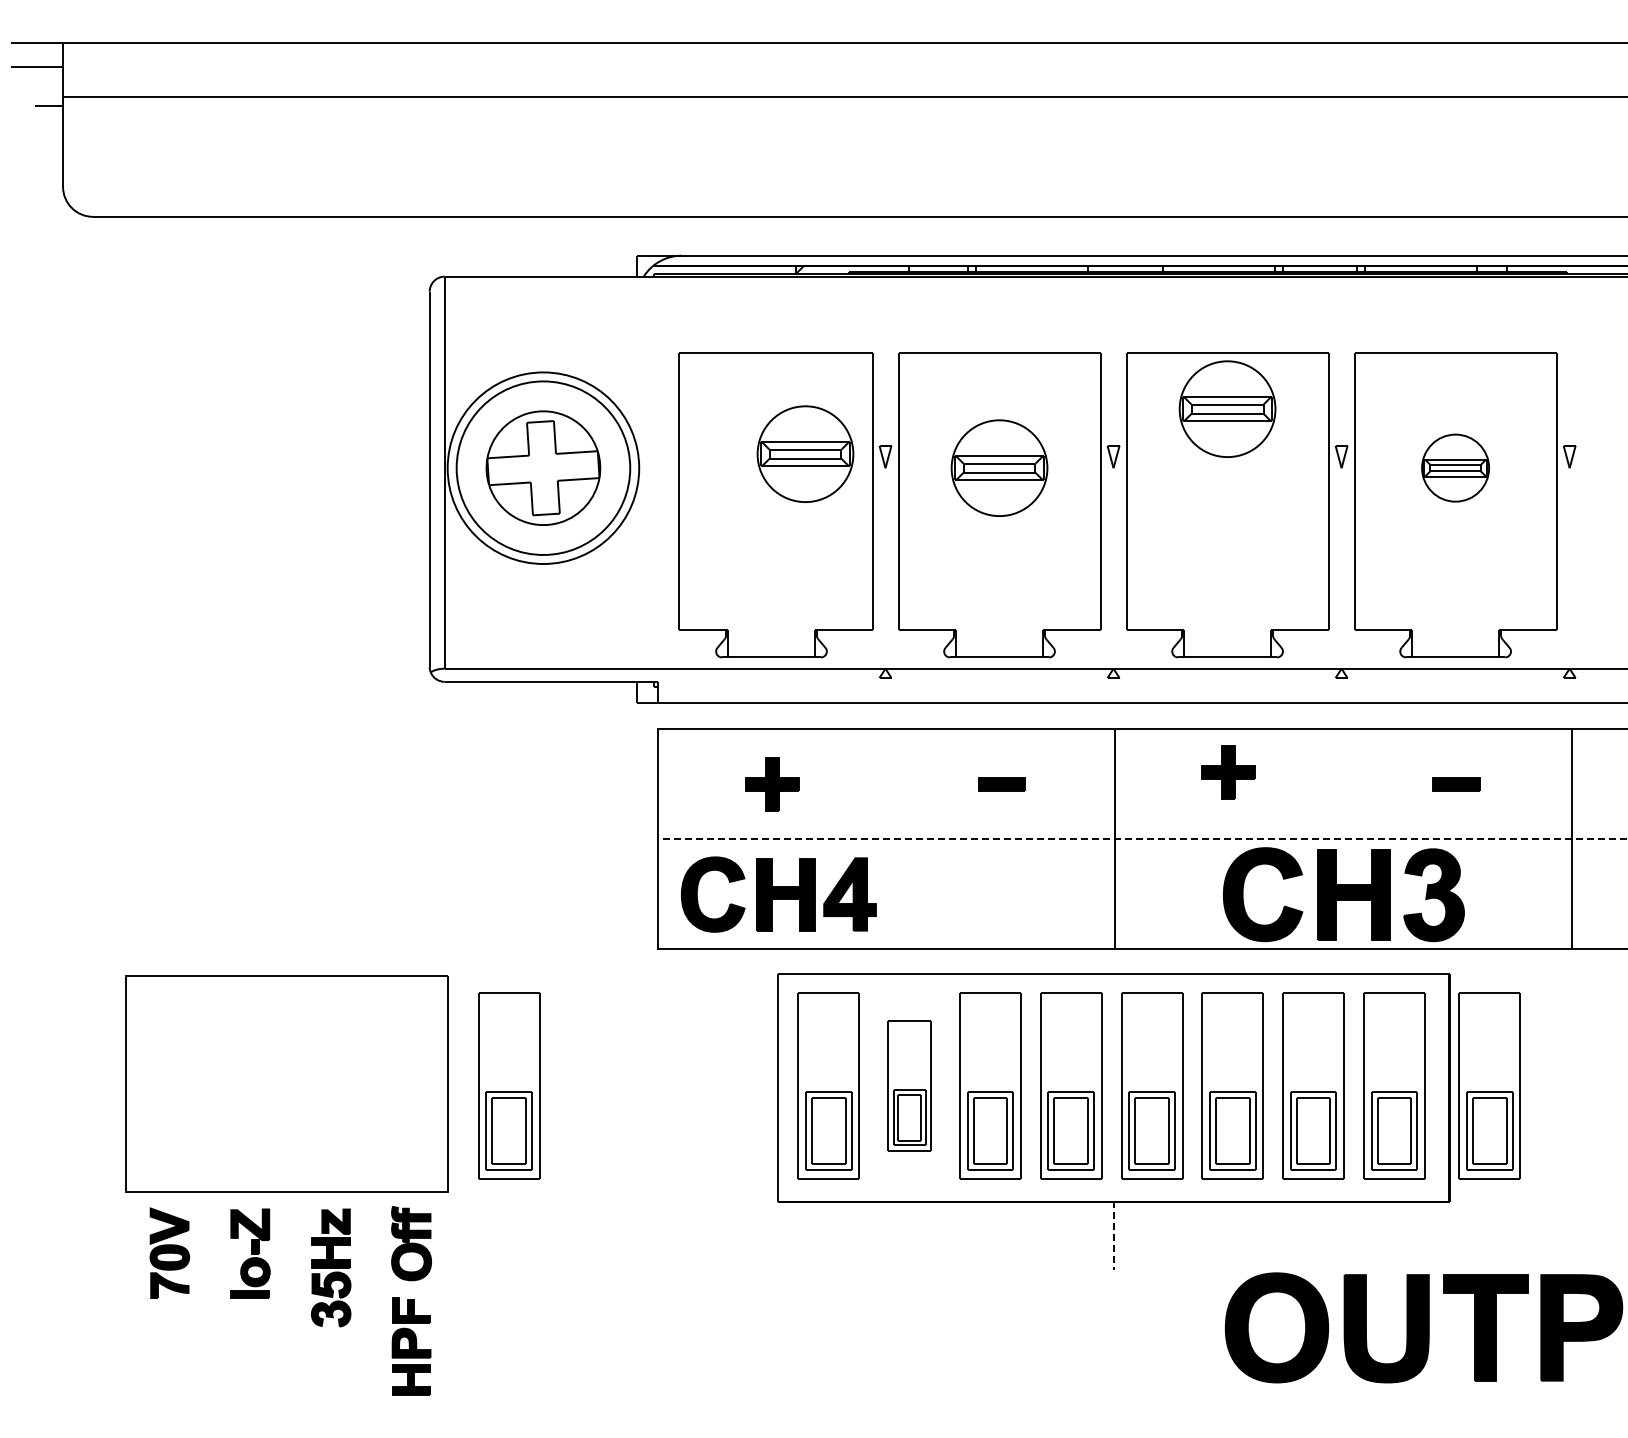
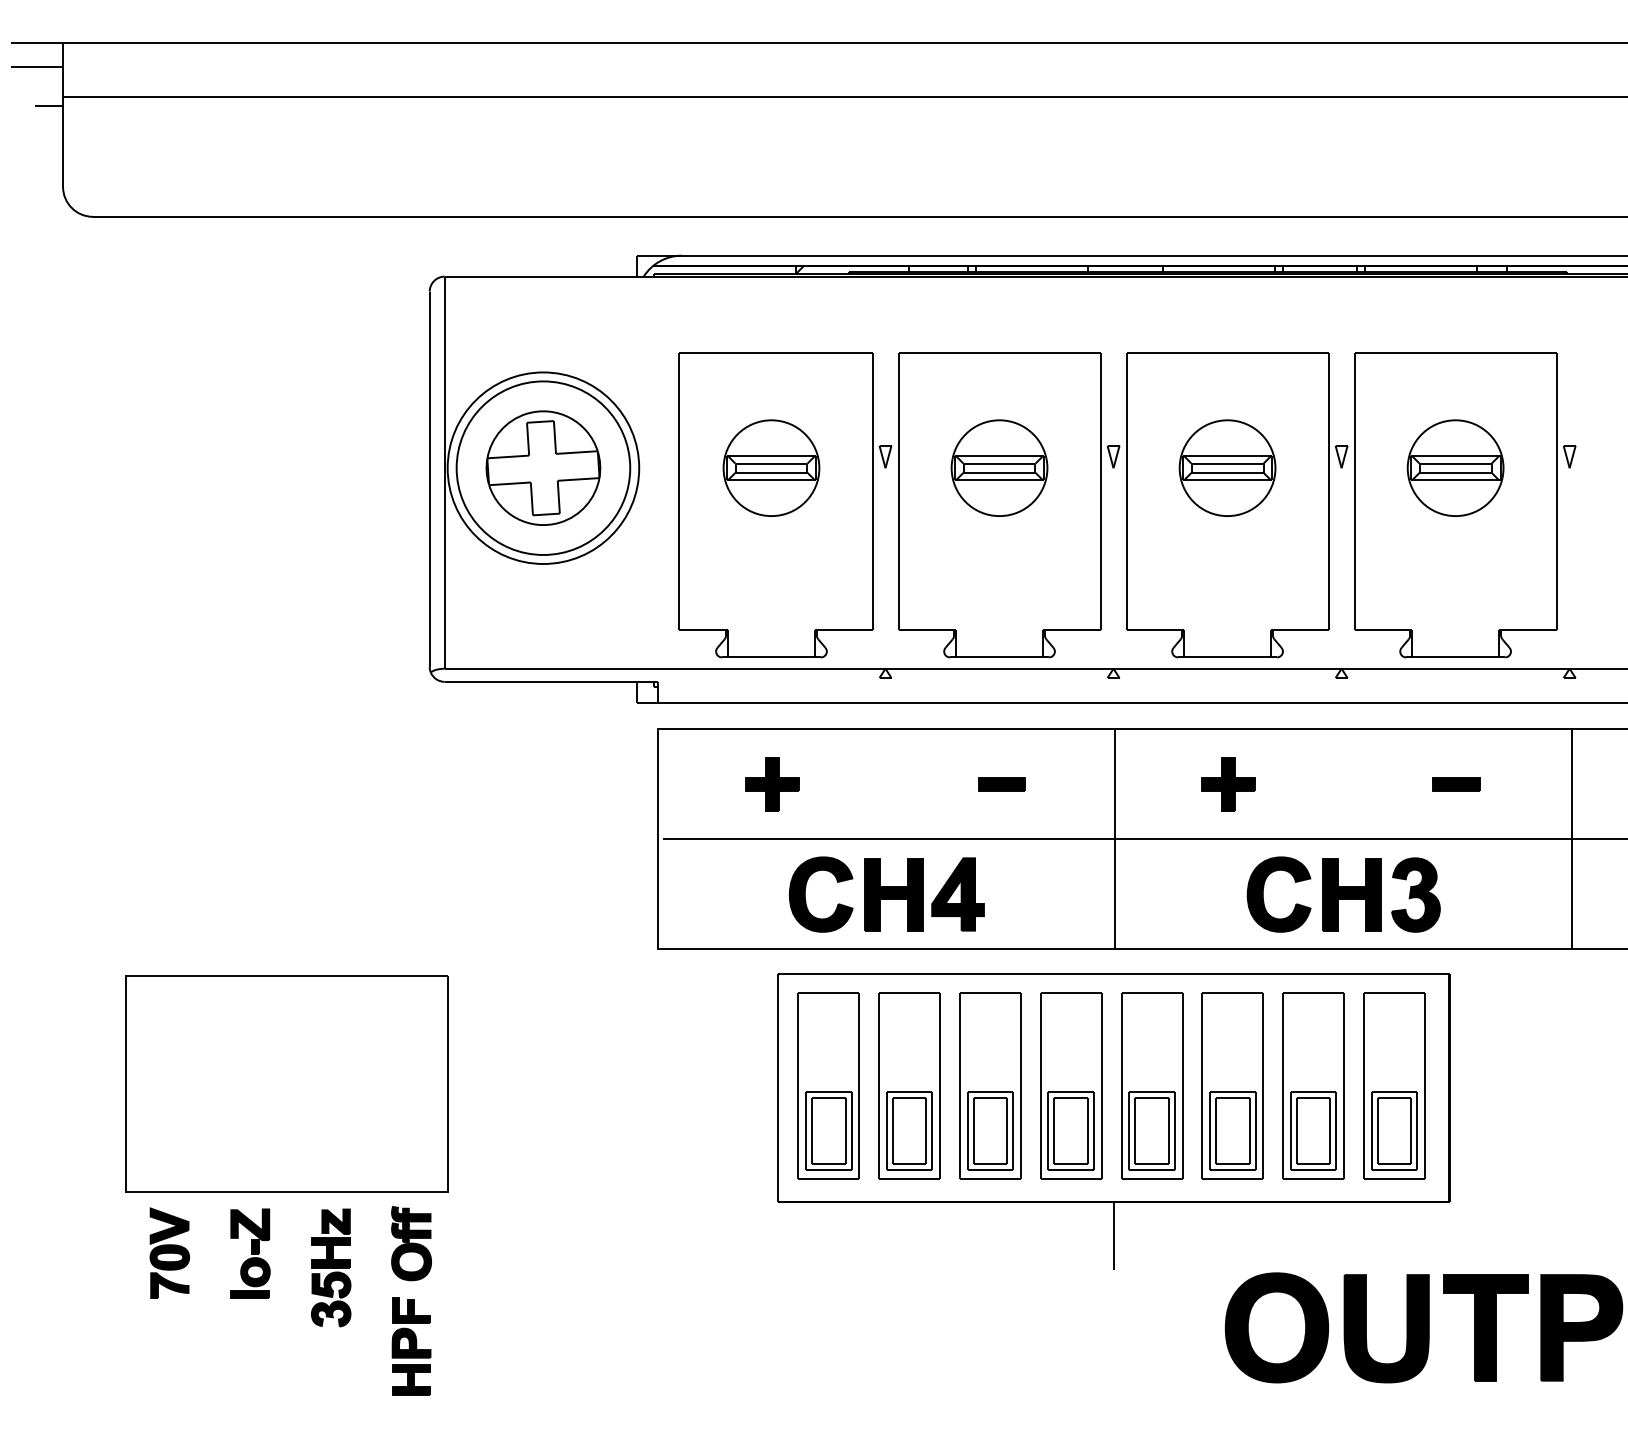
part at (1227, 408) position: (1227, 408) -> (1227, 467)
part at (805, 453) position: (805, 453) -> (771, 467)
part at (1455, 467) size: 69x70 px -> 99x98 px
part at (1228, 772) position: (1228, 772) -> (1228, 784)
line at (1145, 839): dashed -> solid
part at (778, 894) position: (778, 894) -> (886, 894)
part at (1343, 894) size: 243x96 px -> 195x77 px
part at (509, 1085): present -> none
part at (909, 1085) size: 45x132 px -> 63x188 px
part at (1489, 1085): present -> none
line at (1114, 1235): dashed -> solid
